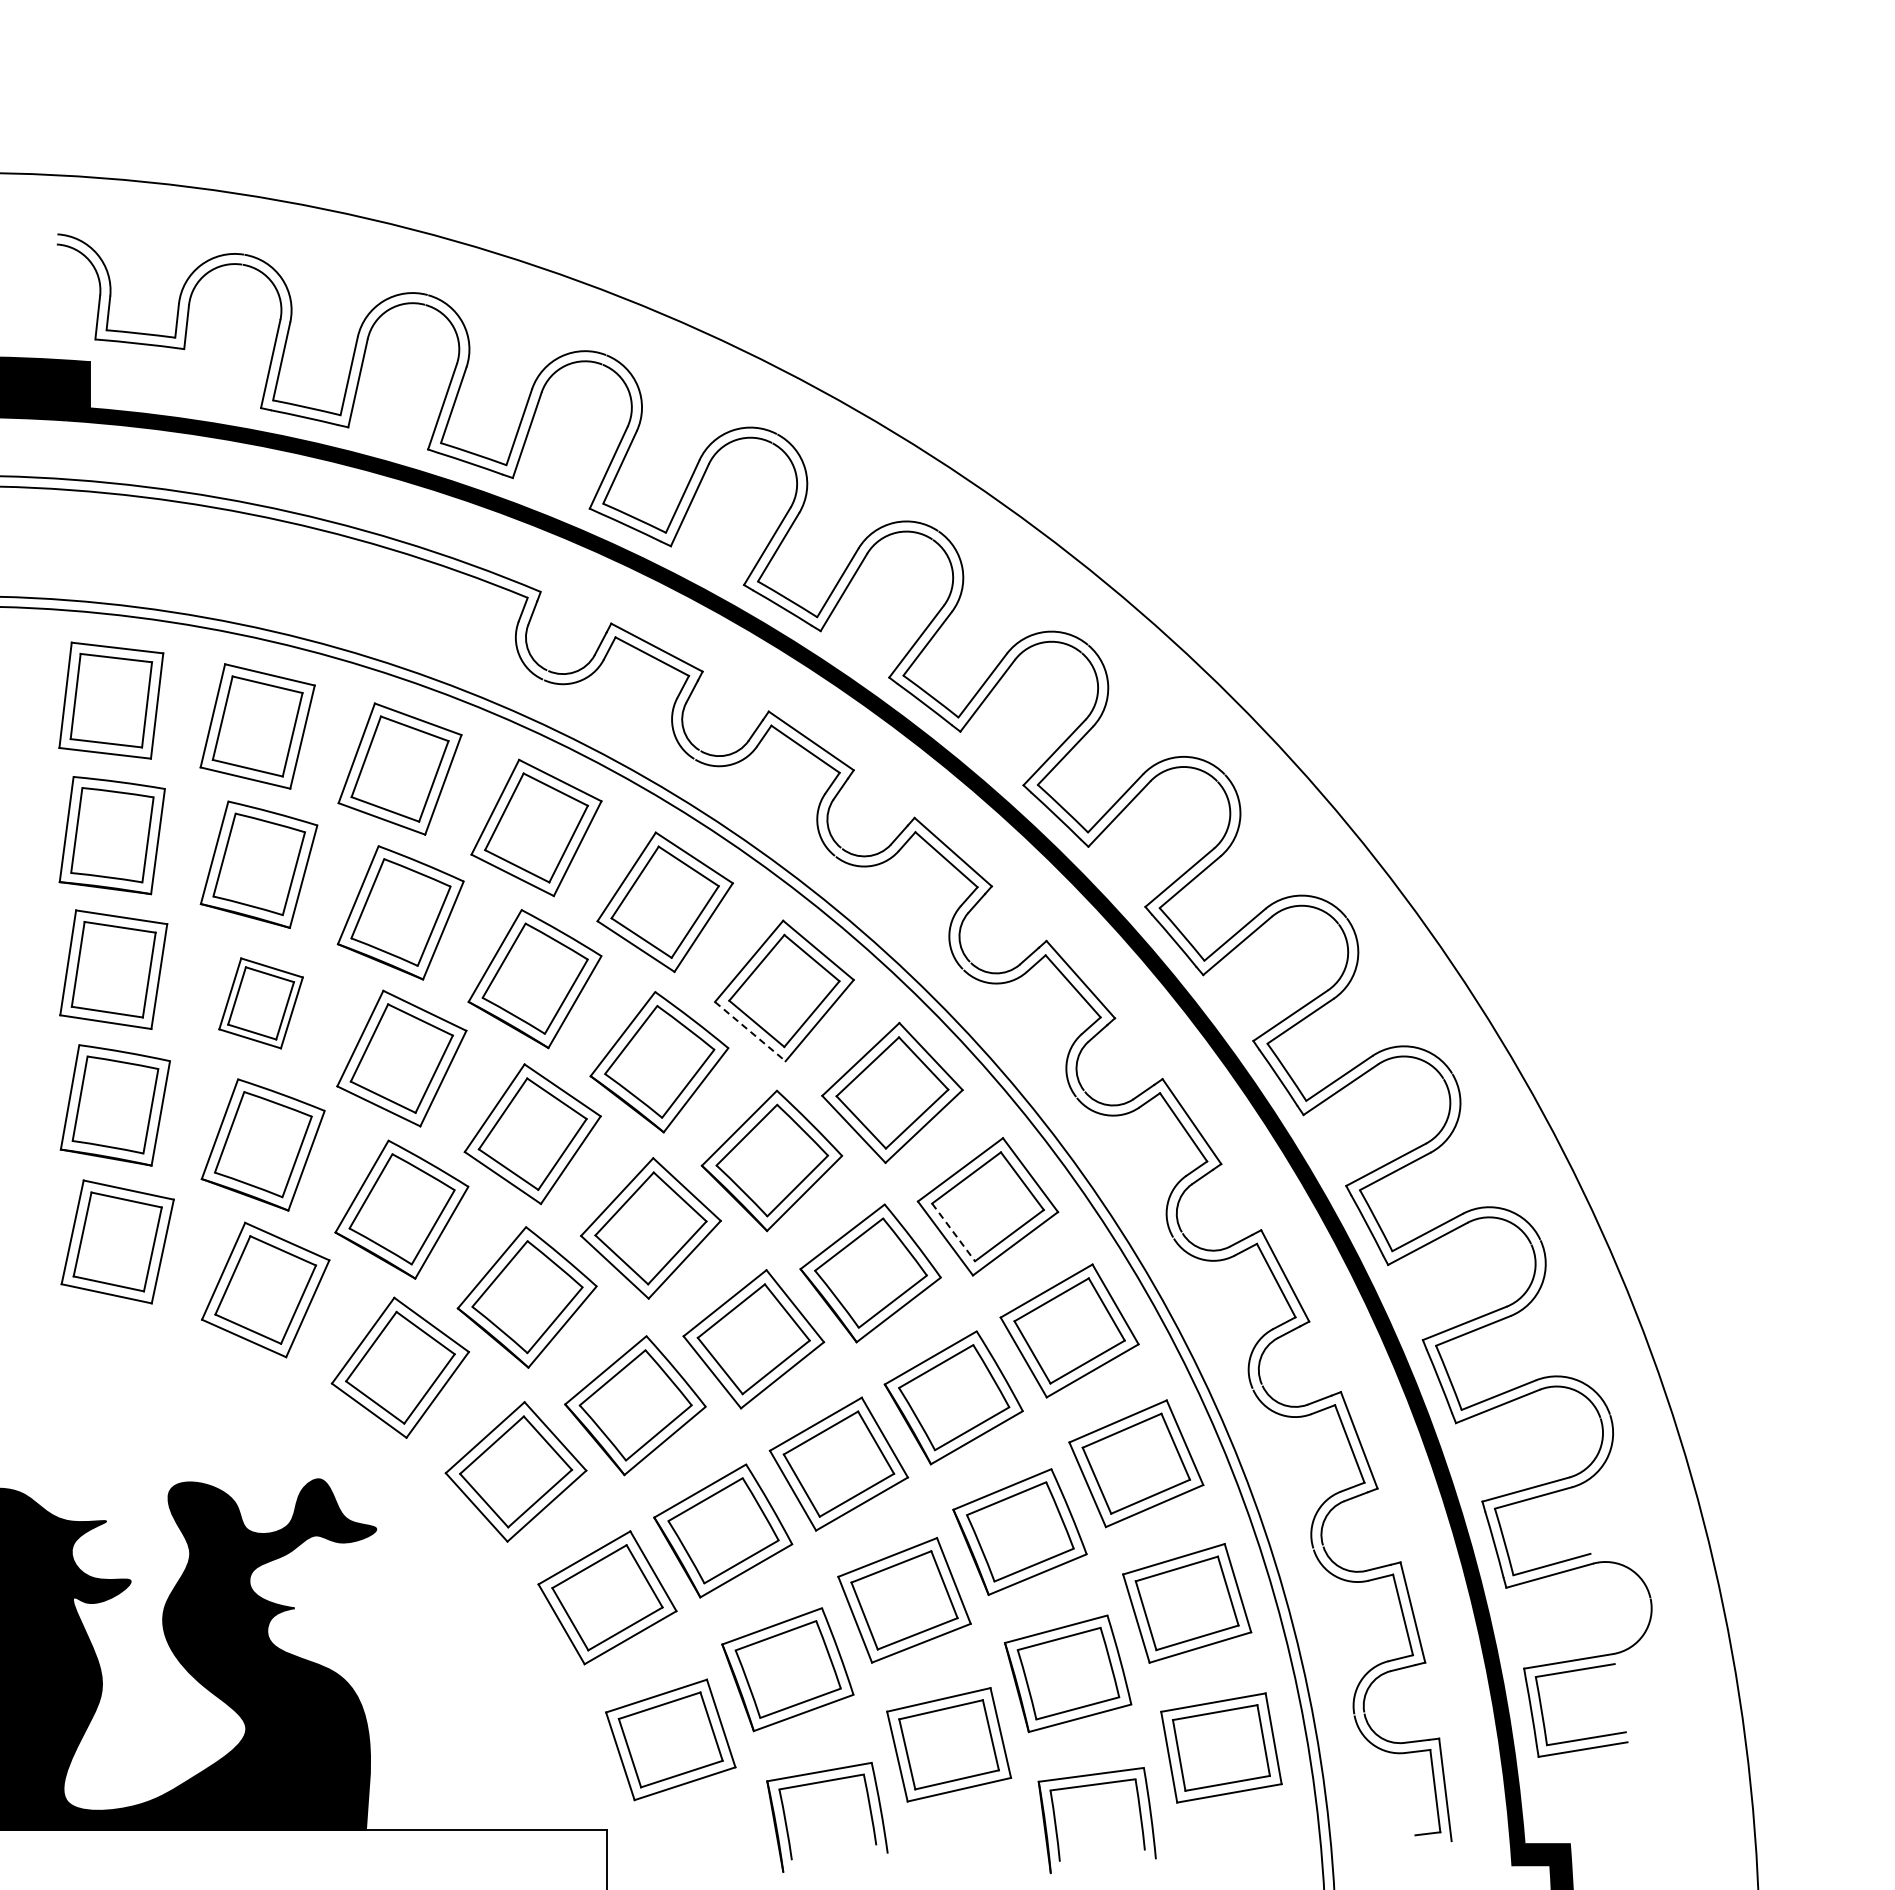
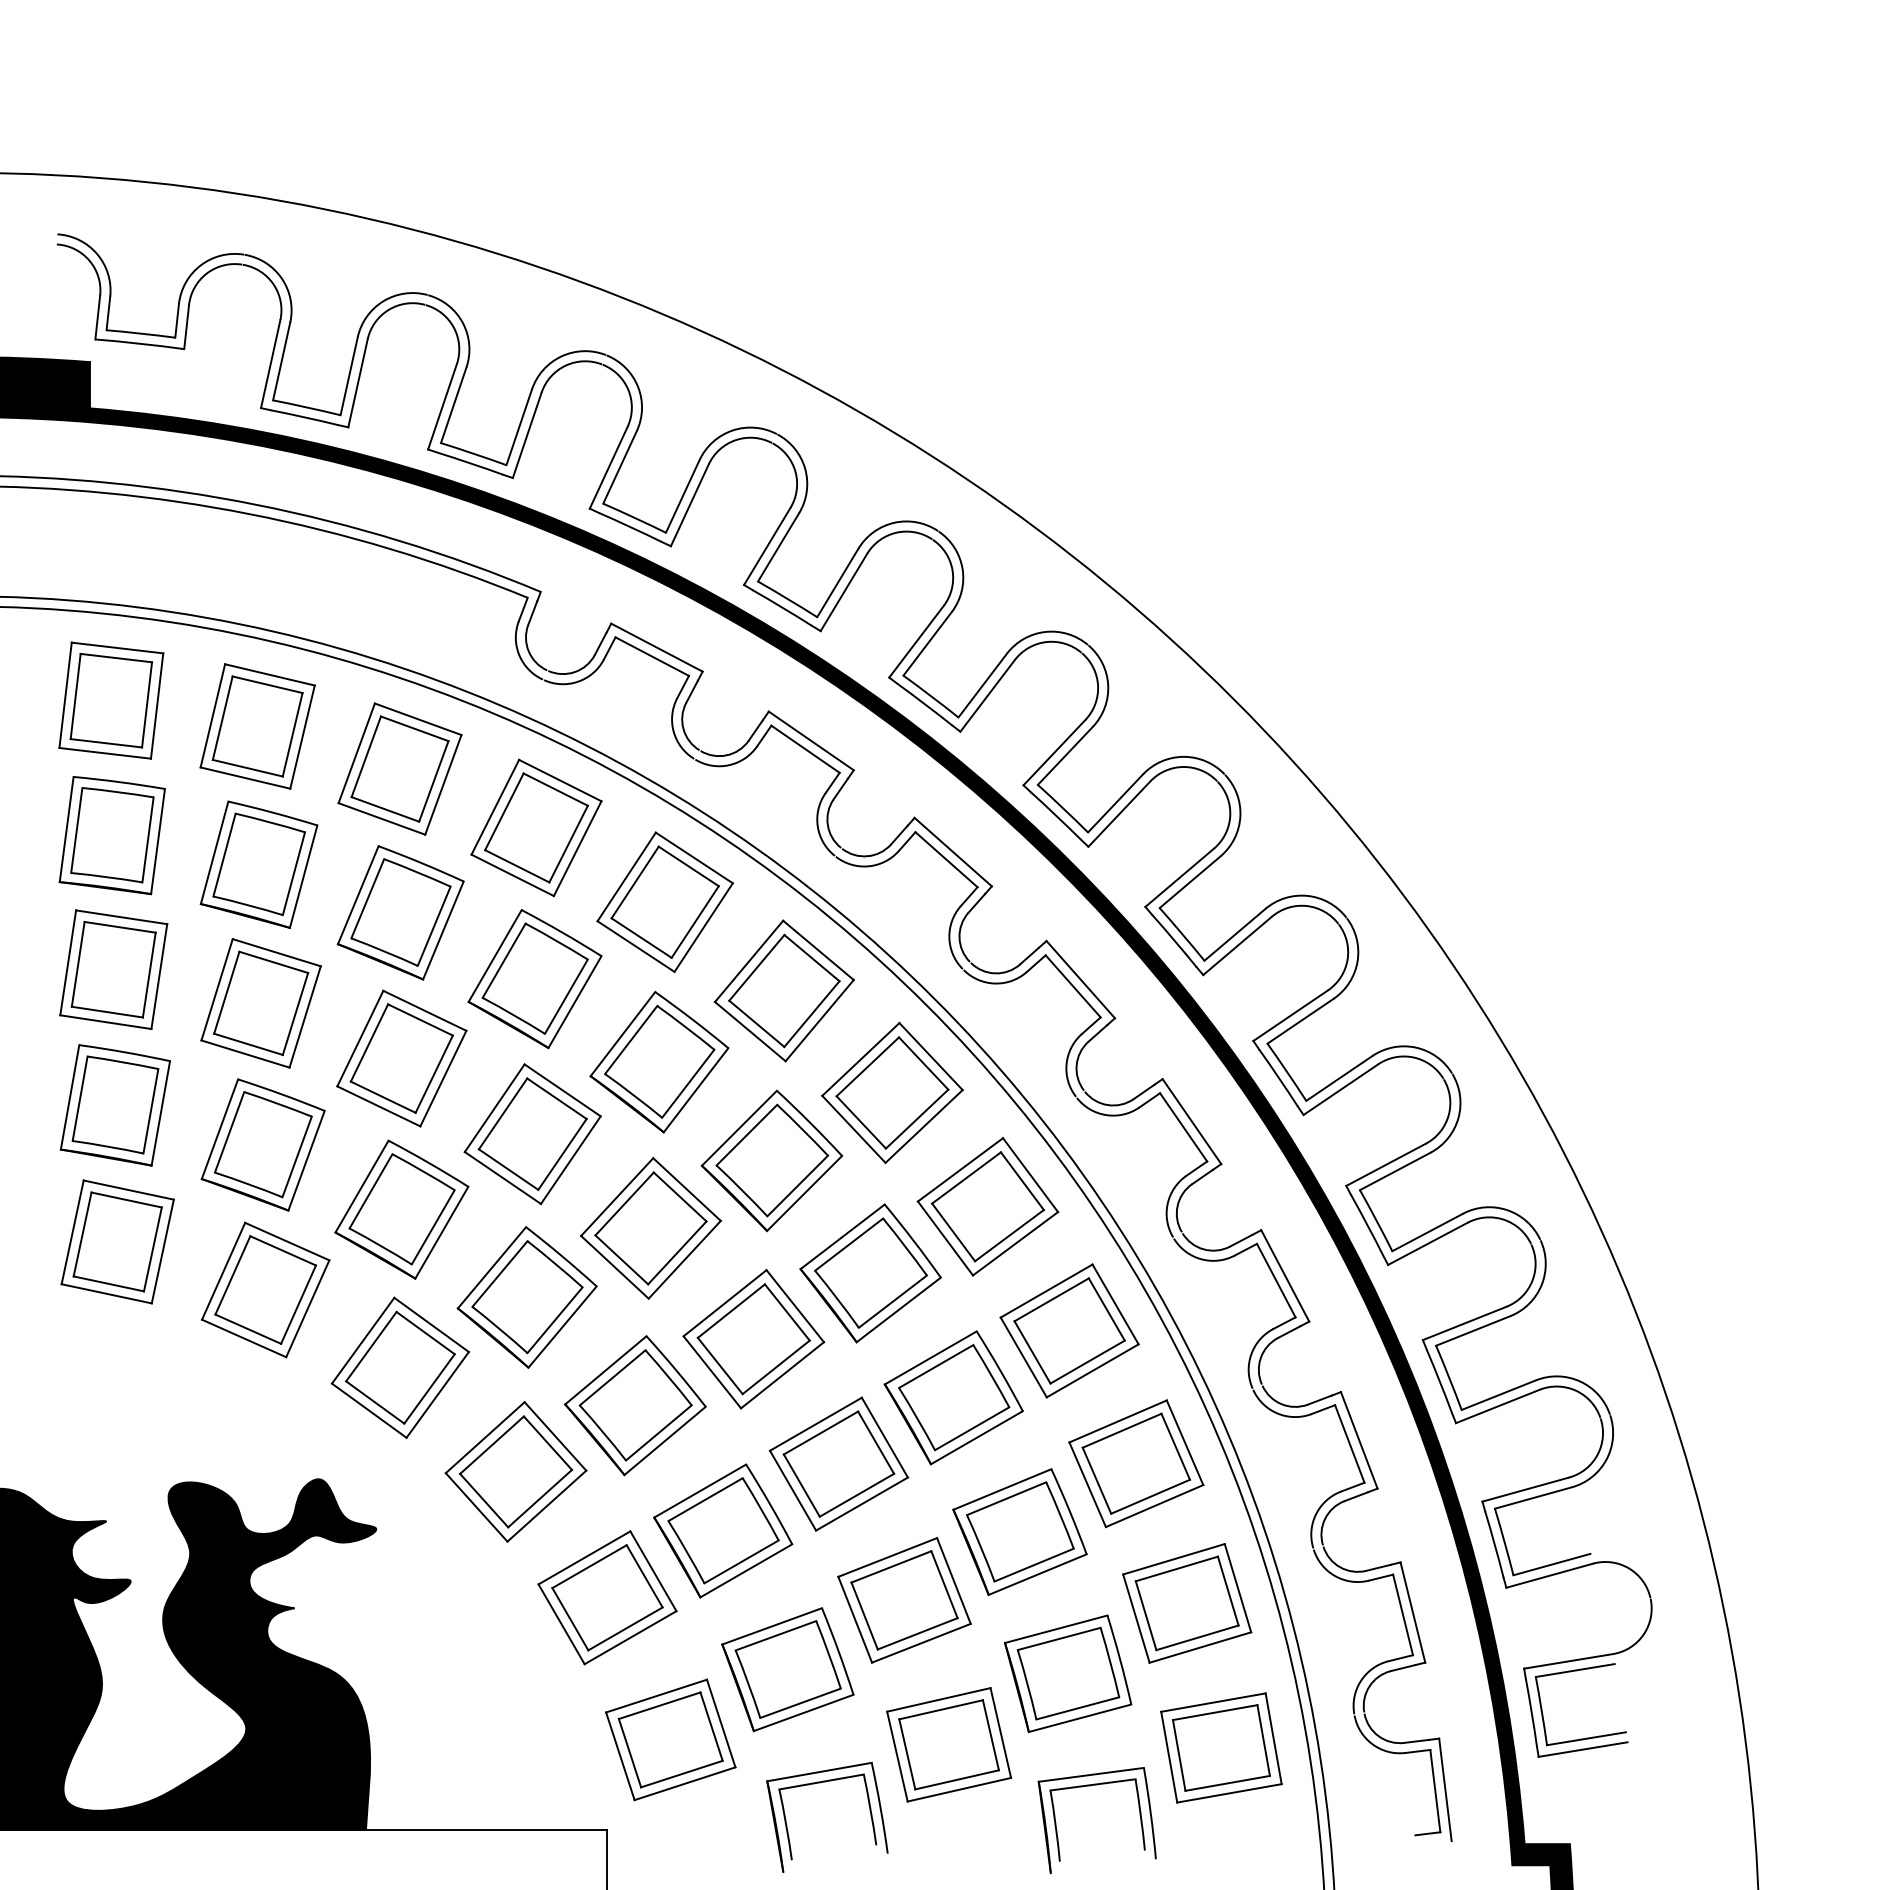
part at (260, 1003) size: 86x93 px -> 122x131 px
line at (750, 1031): dashed -> solid
line at (953, 1232): dashed -> solid
